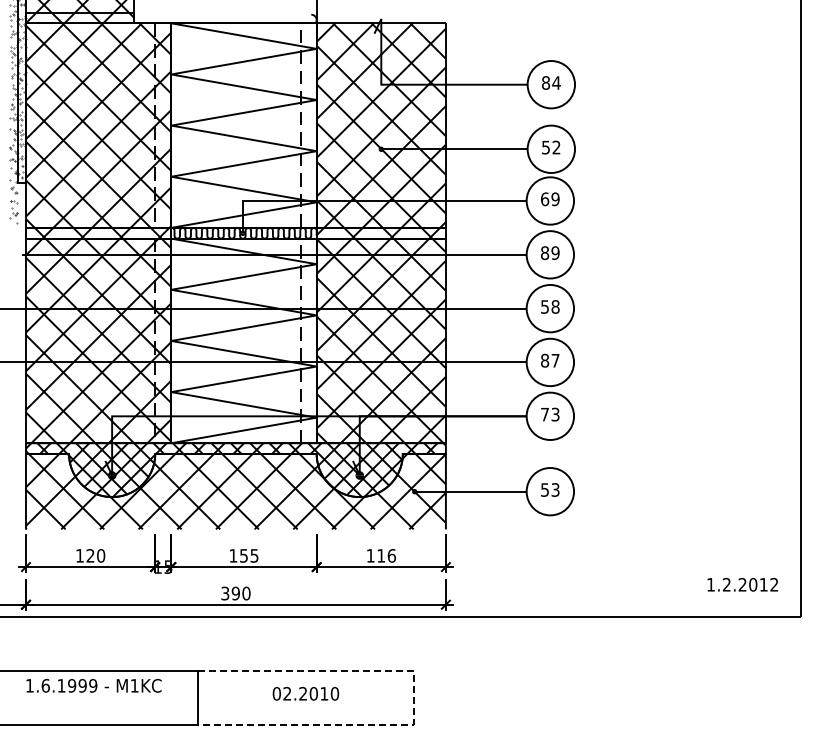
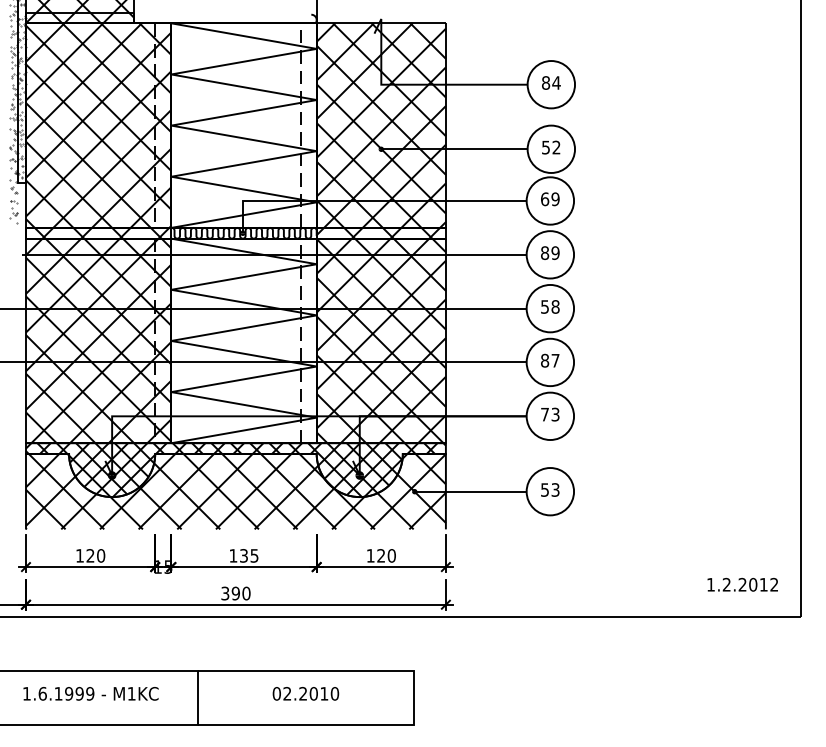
text at (243, 555): 155 -> 135
text at (386, 555): 116 -> 120
text at (93, 685) position: (93, 685) -> (90, 693)
line at (413, 697): dashed -> solid
